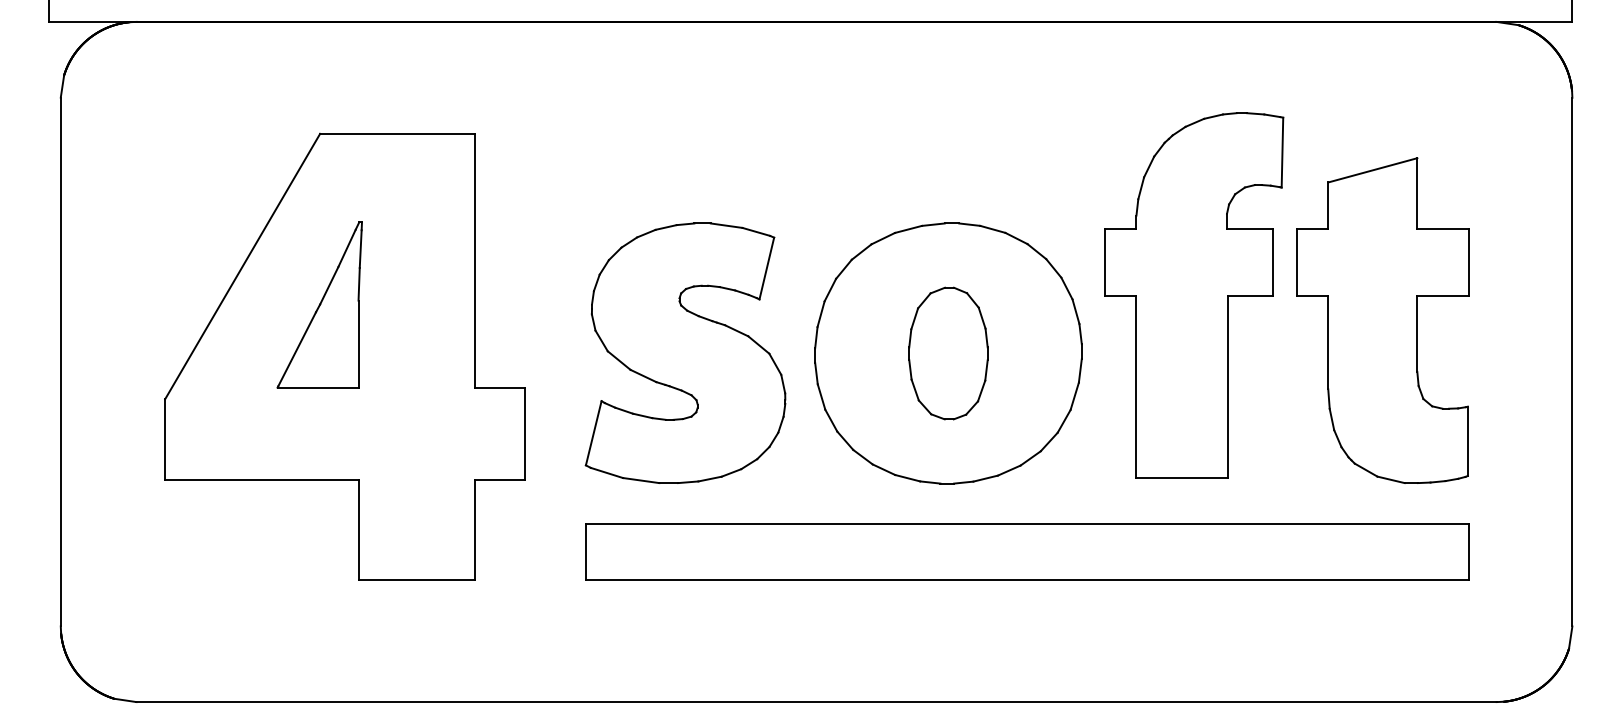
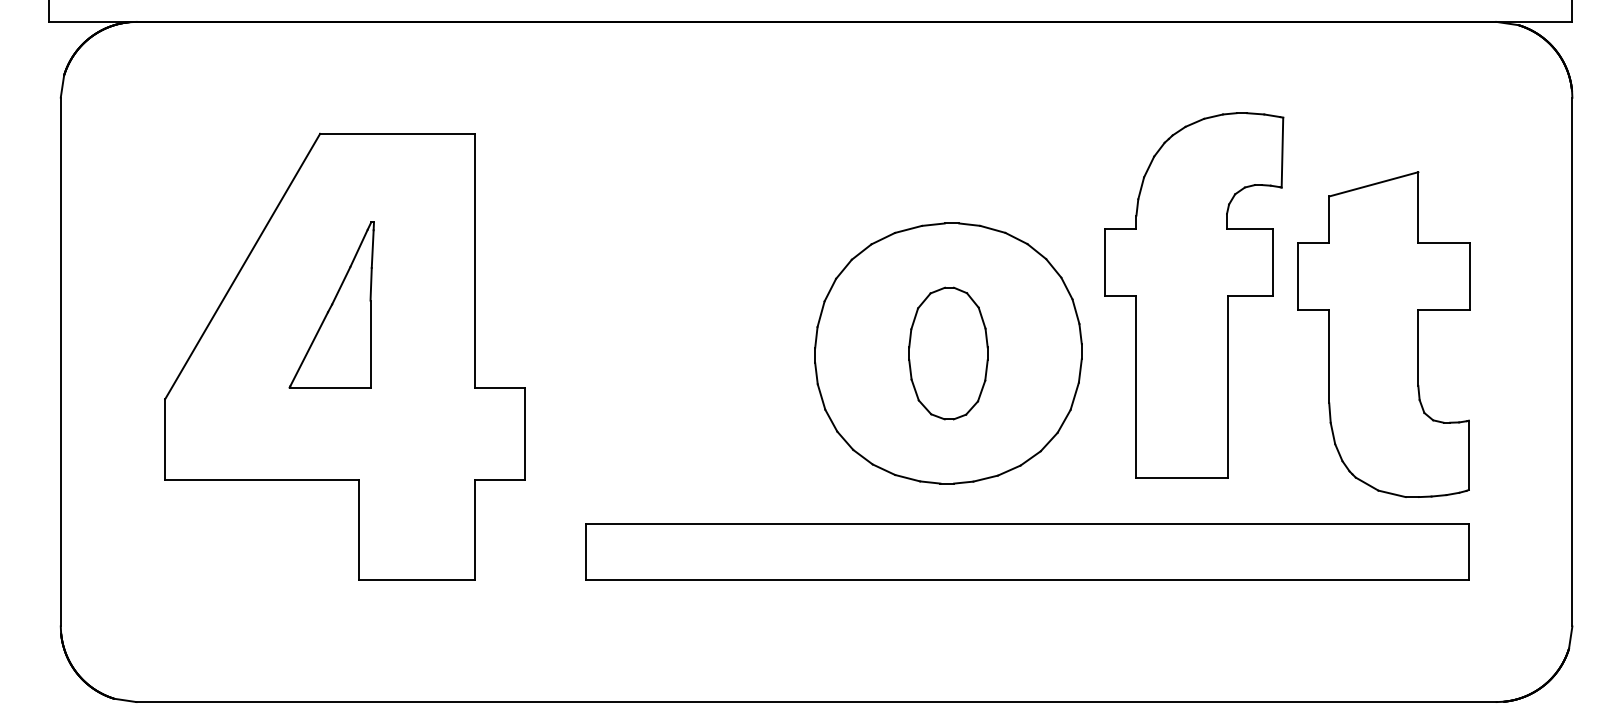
part at (319, 304) position: (319, 304) -> (331, 304)
part at (1382, 320) position: (1382, 320) -> (1383, 334)
part at (685, 352): present -> none
